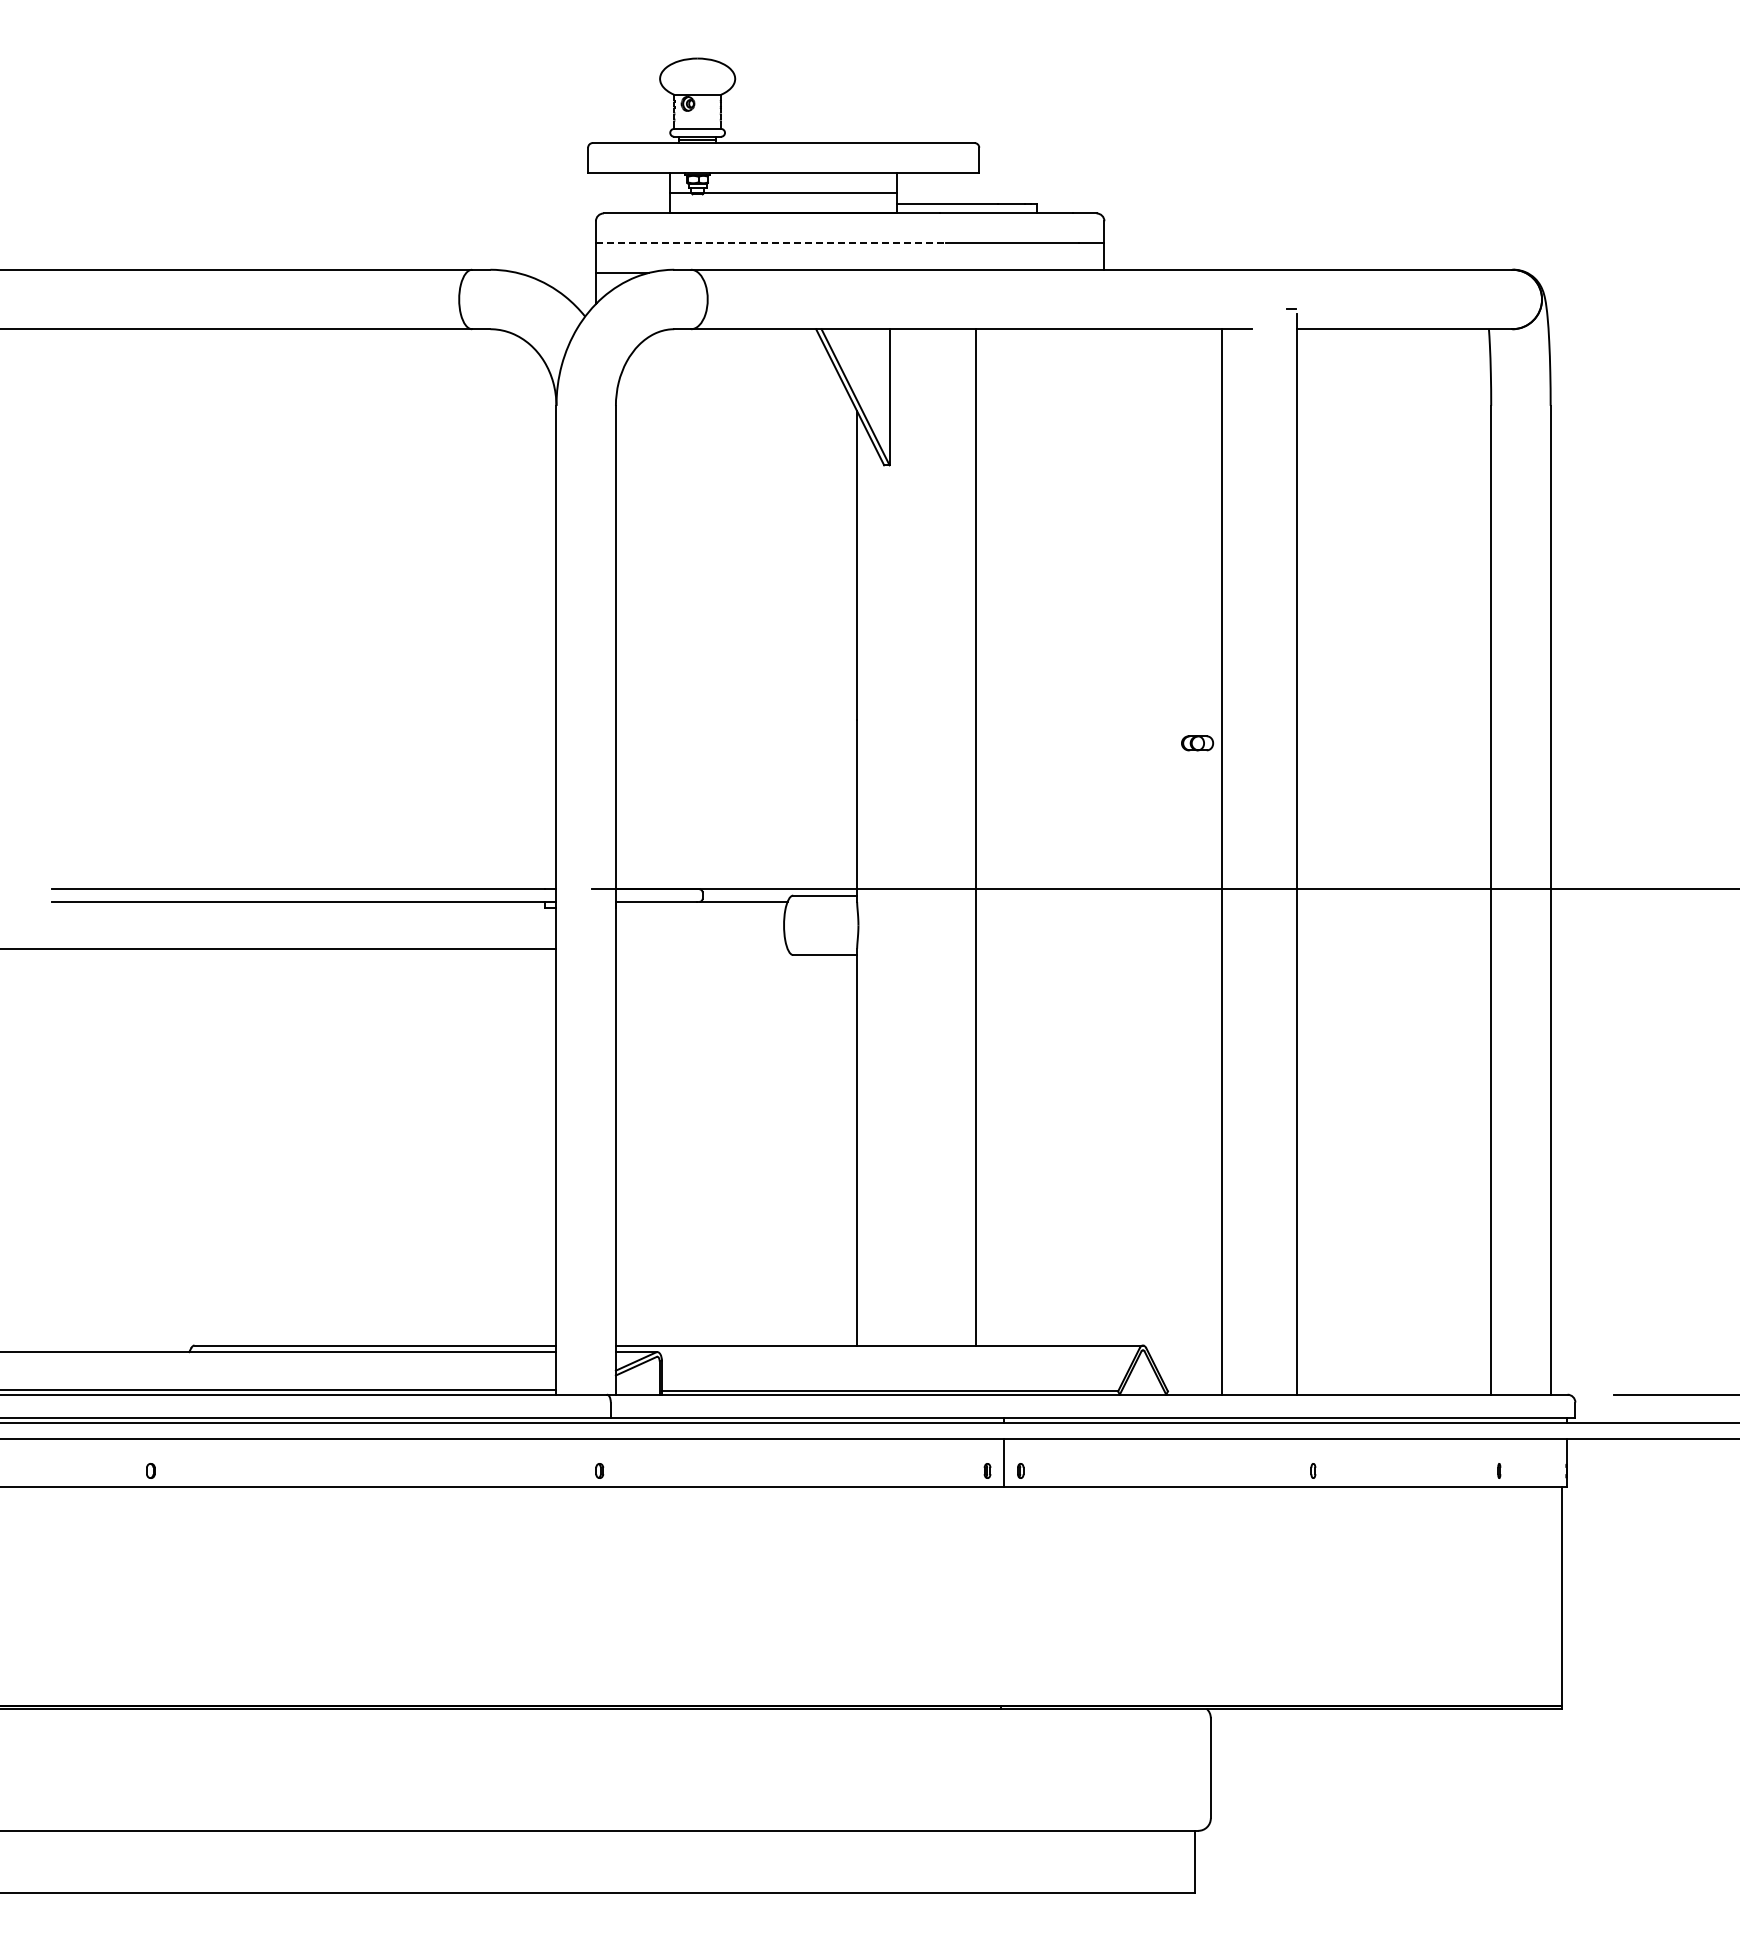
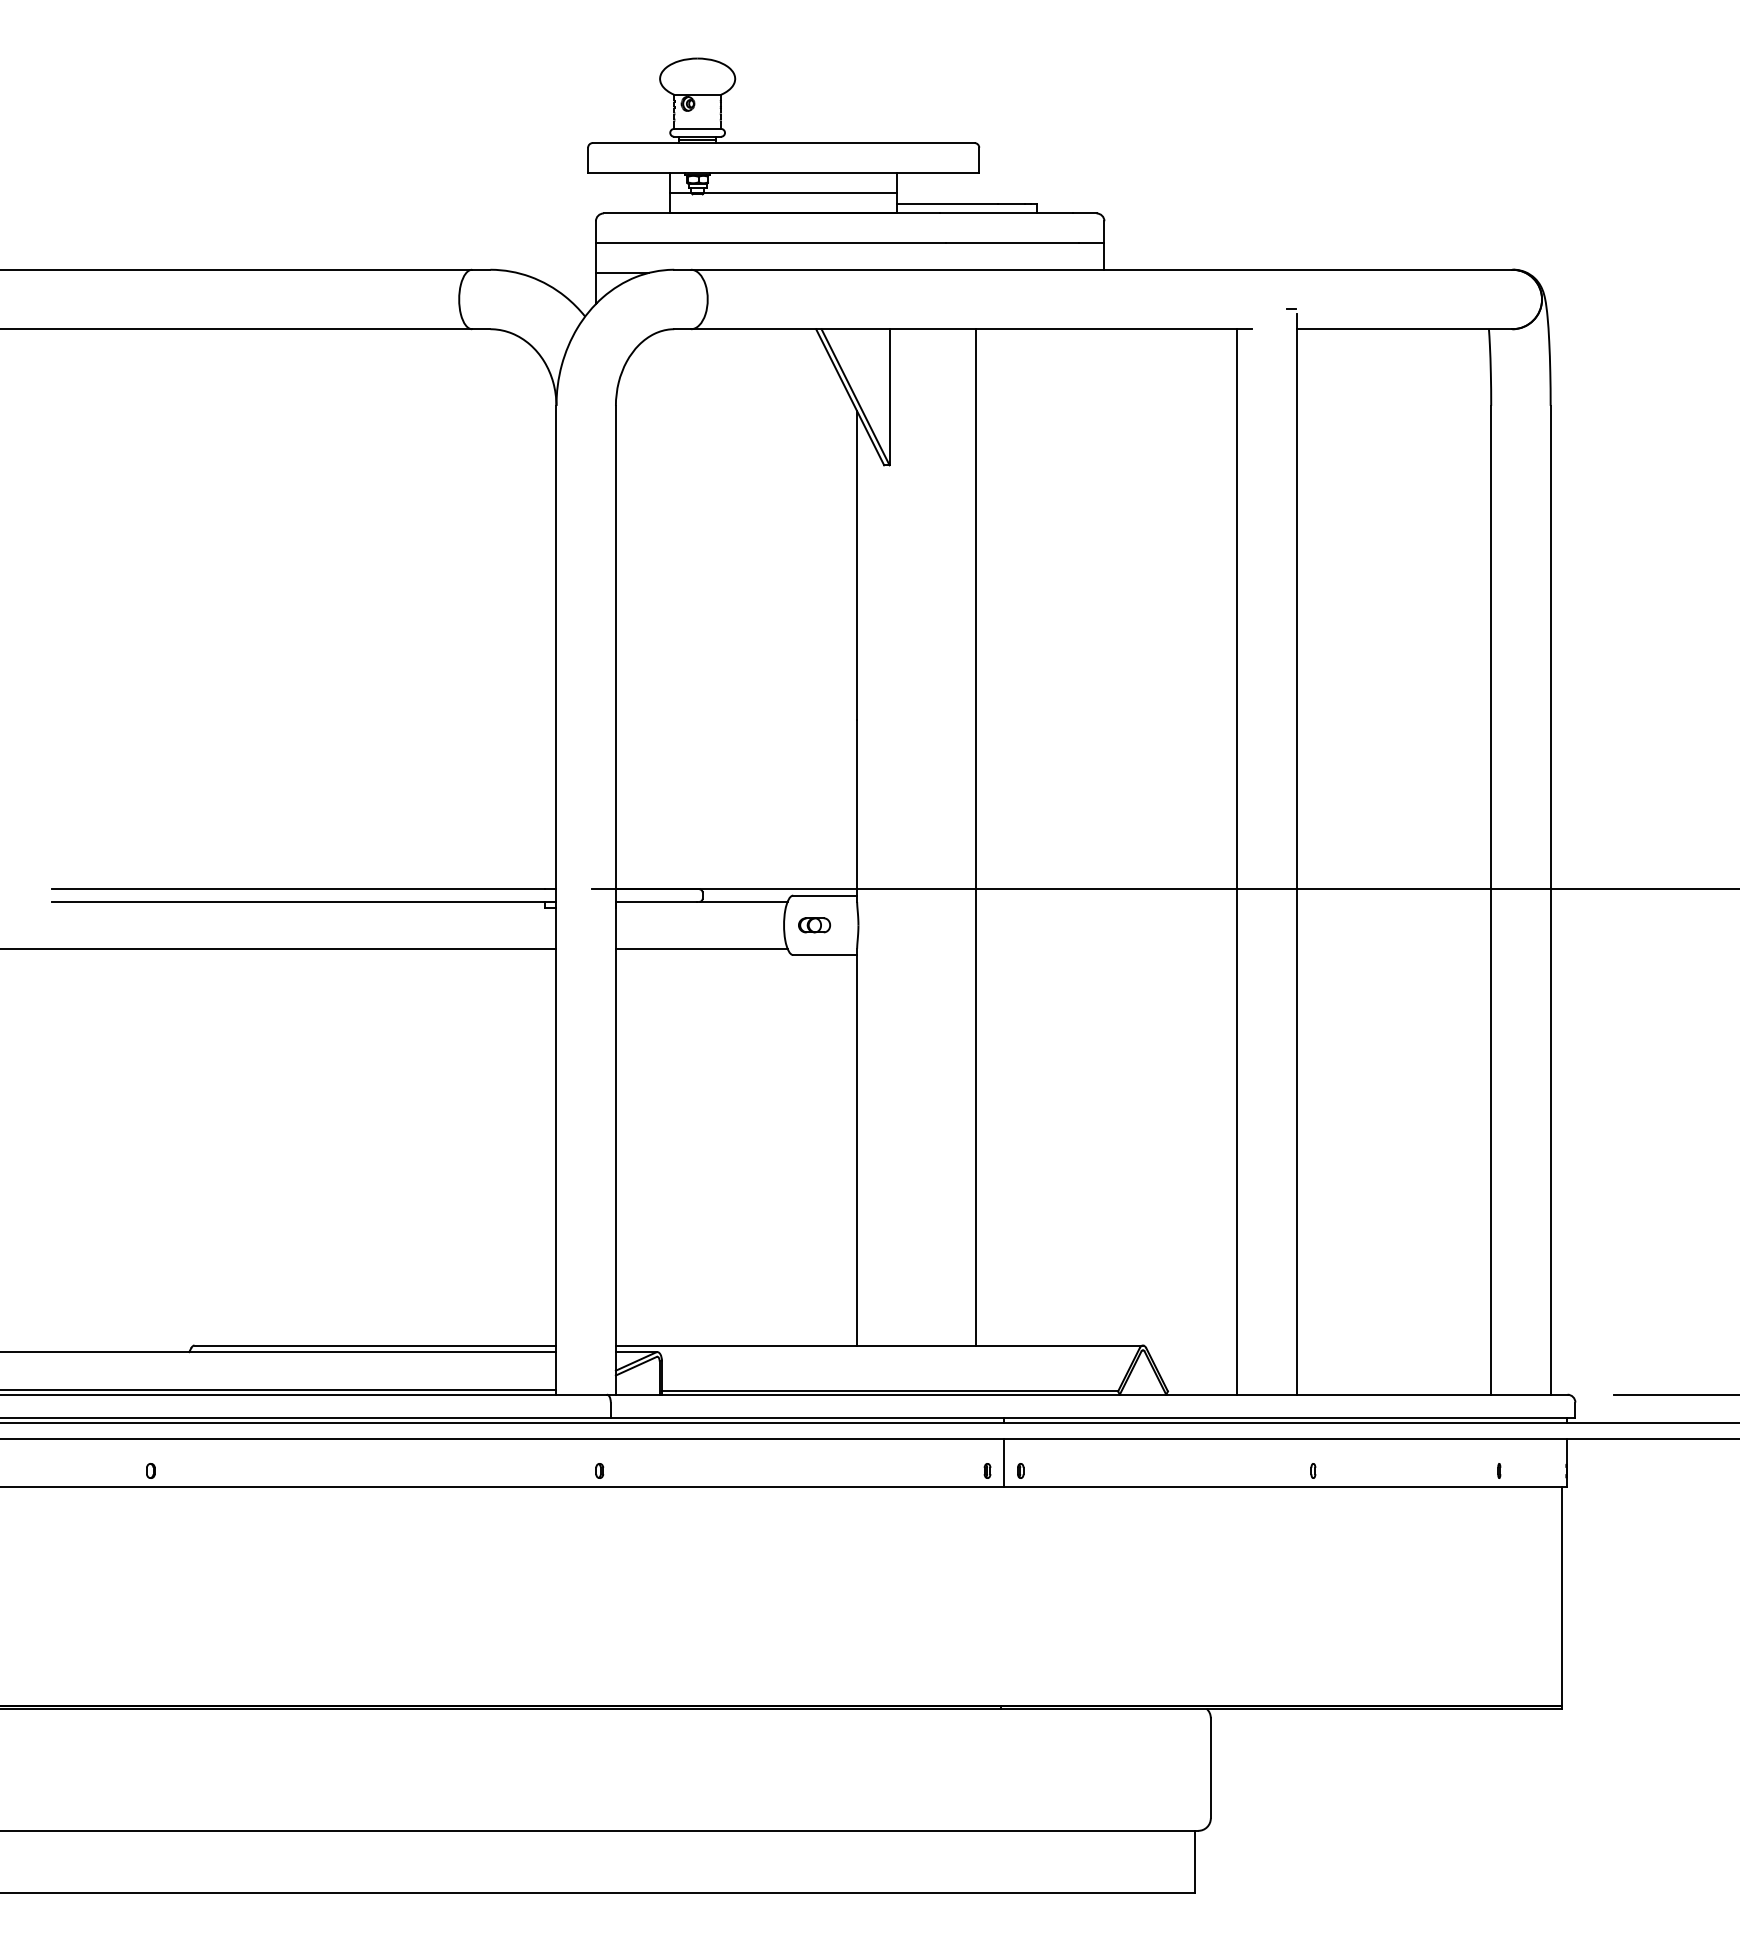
line at (771, 243): dashed -> solid
part at (1197, 743) position: (1197, 743) -> (814, 925)
line at (1222, 861) position: (1222, 861) -> (1237, 861)
line at (701, 948): none -> present
